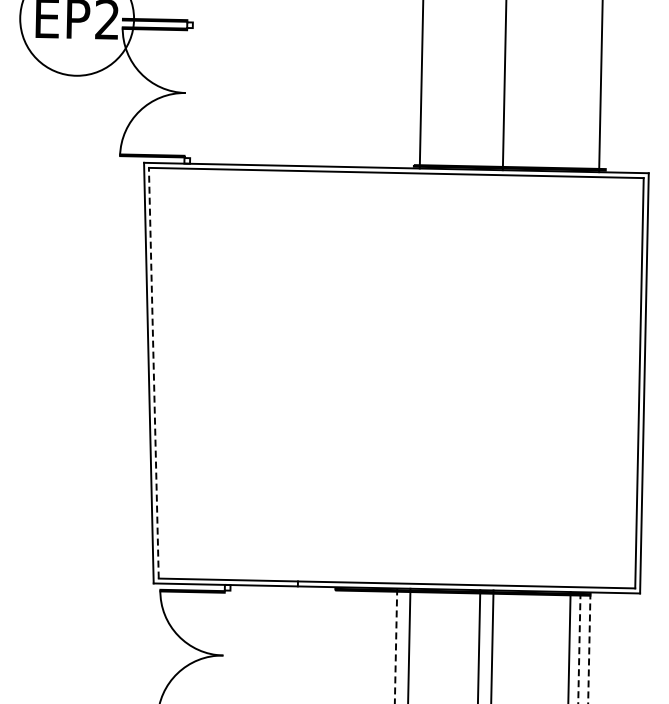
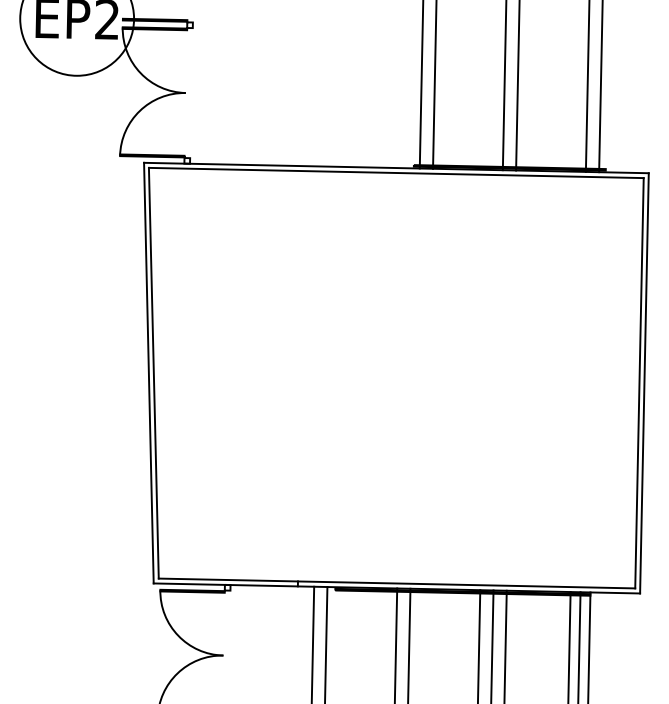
line at (434, 85): none -> present
line at (517, 86): none -> present
line at (587, 86): none -> present
line at (153, 372): dashed -> solid
line at (312, 643): none -> present
line at (326, 643): none -> present
line at (505, 645): none -> present
line at (396, 646): dashed -> solid
line at (579, 648): dashed -> solid
line at (589, 648): dashed -> solid
